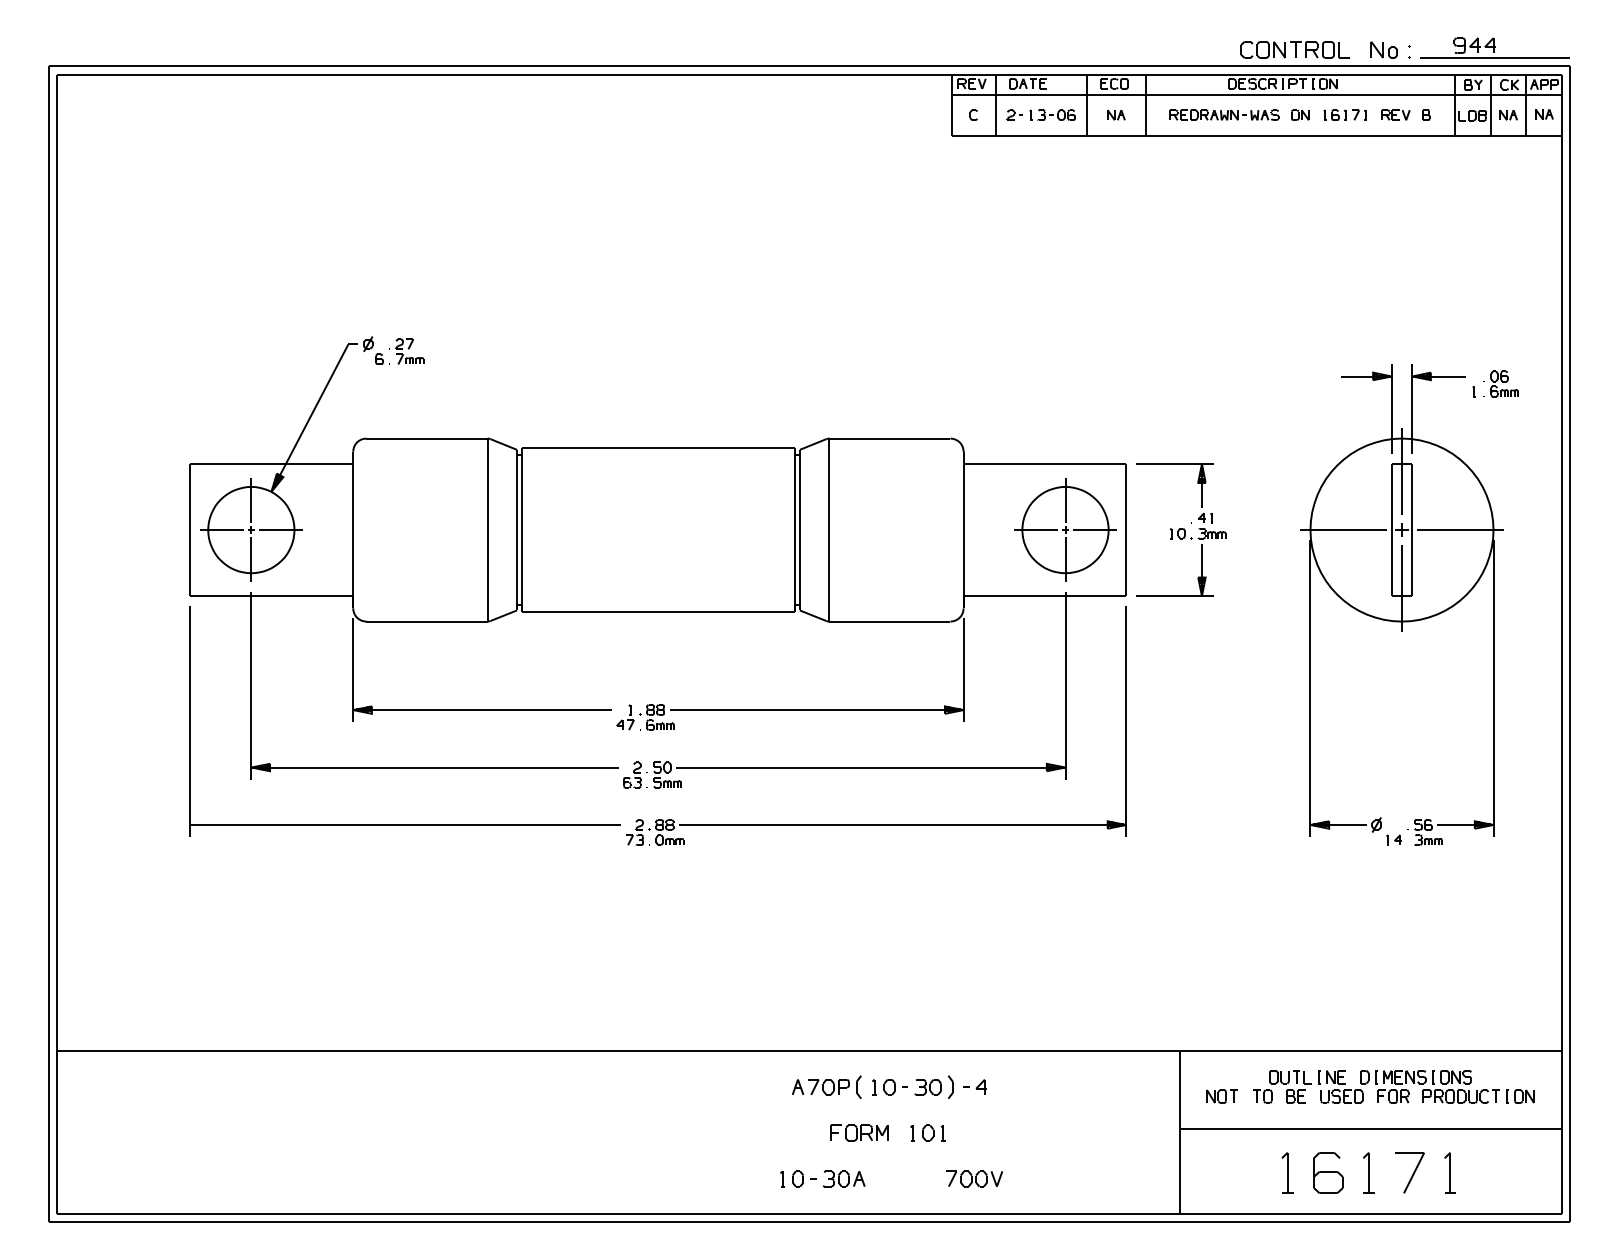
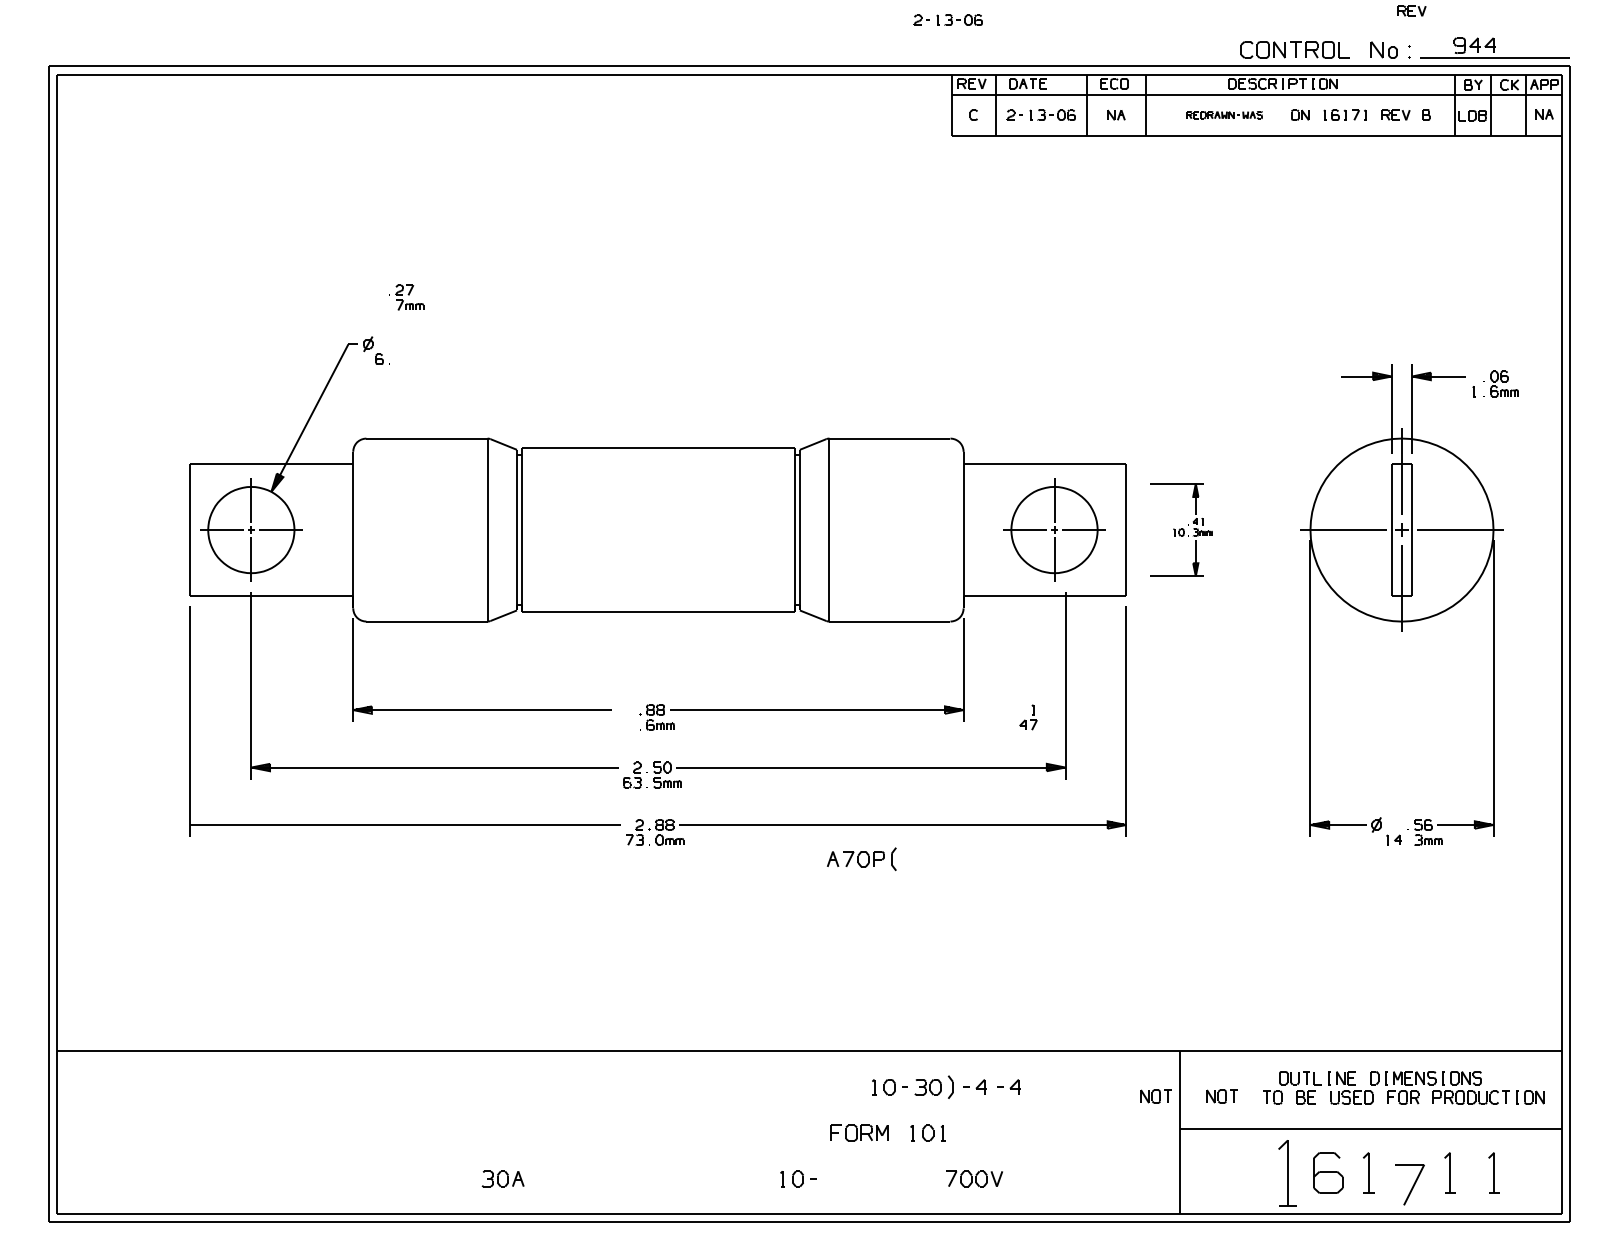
part at (1411, 10): none -> present
part at (947, 19): none -> present
part at (1224, 114) size: 111x12 px -> 77x9 px
part at (1508, 114): present -> none
part at (406, 351) position: (406, 351) -> (406, 297)
part at (1065, 529) position: (1065, 529) -> (1054, 529)
part at (1181, 529) size: 91x134 px -> 63x94 px
part at (625, 717) position: (625, 717) -> (1028, 717)
part at (826, 1086) position: (826, 1086) -> (861, 858)
part at (1008, 1086): none -> present
part at (1393, 1086) position: (1393, 1086) -> (1403, 1087)
part at (1155, 1096): none -> present
part at (1287, 1172) size: 13x42 px -> 19x67 px
part at (1409, 1172) position: (1409, 1172) -> (1409, 1184)
part at (1493, 1172): none -> present
part at (843, 1178) position: (843, 1178) -> (502, 1178)
